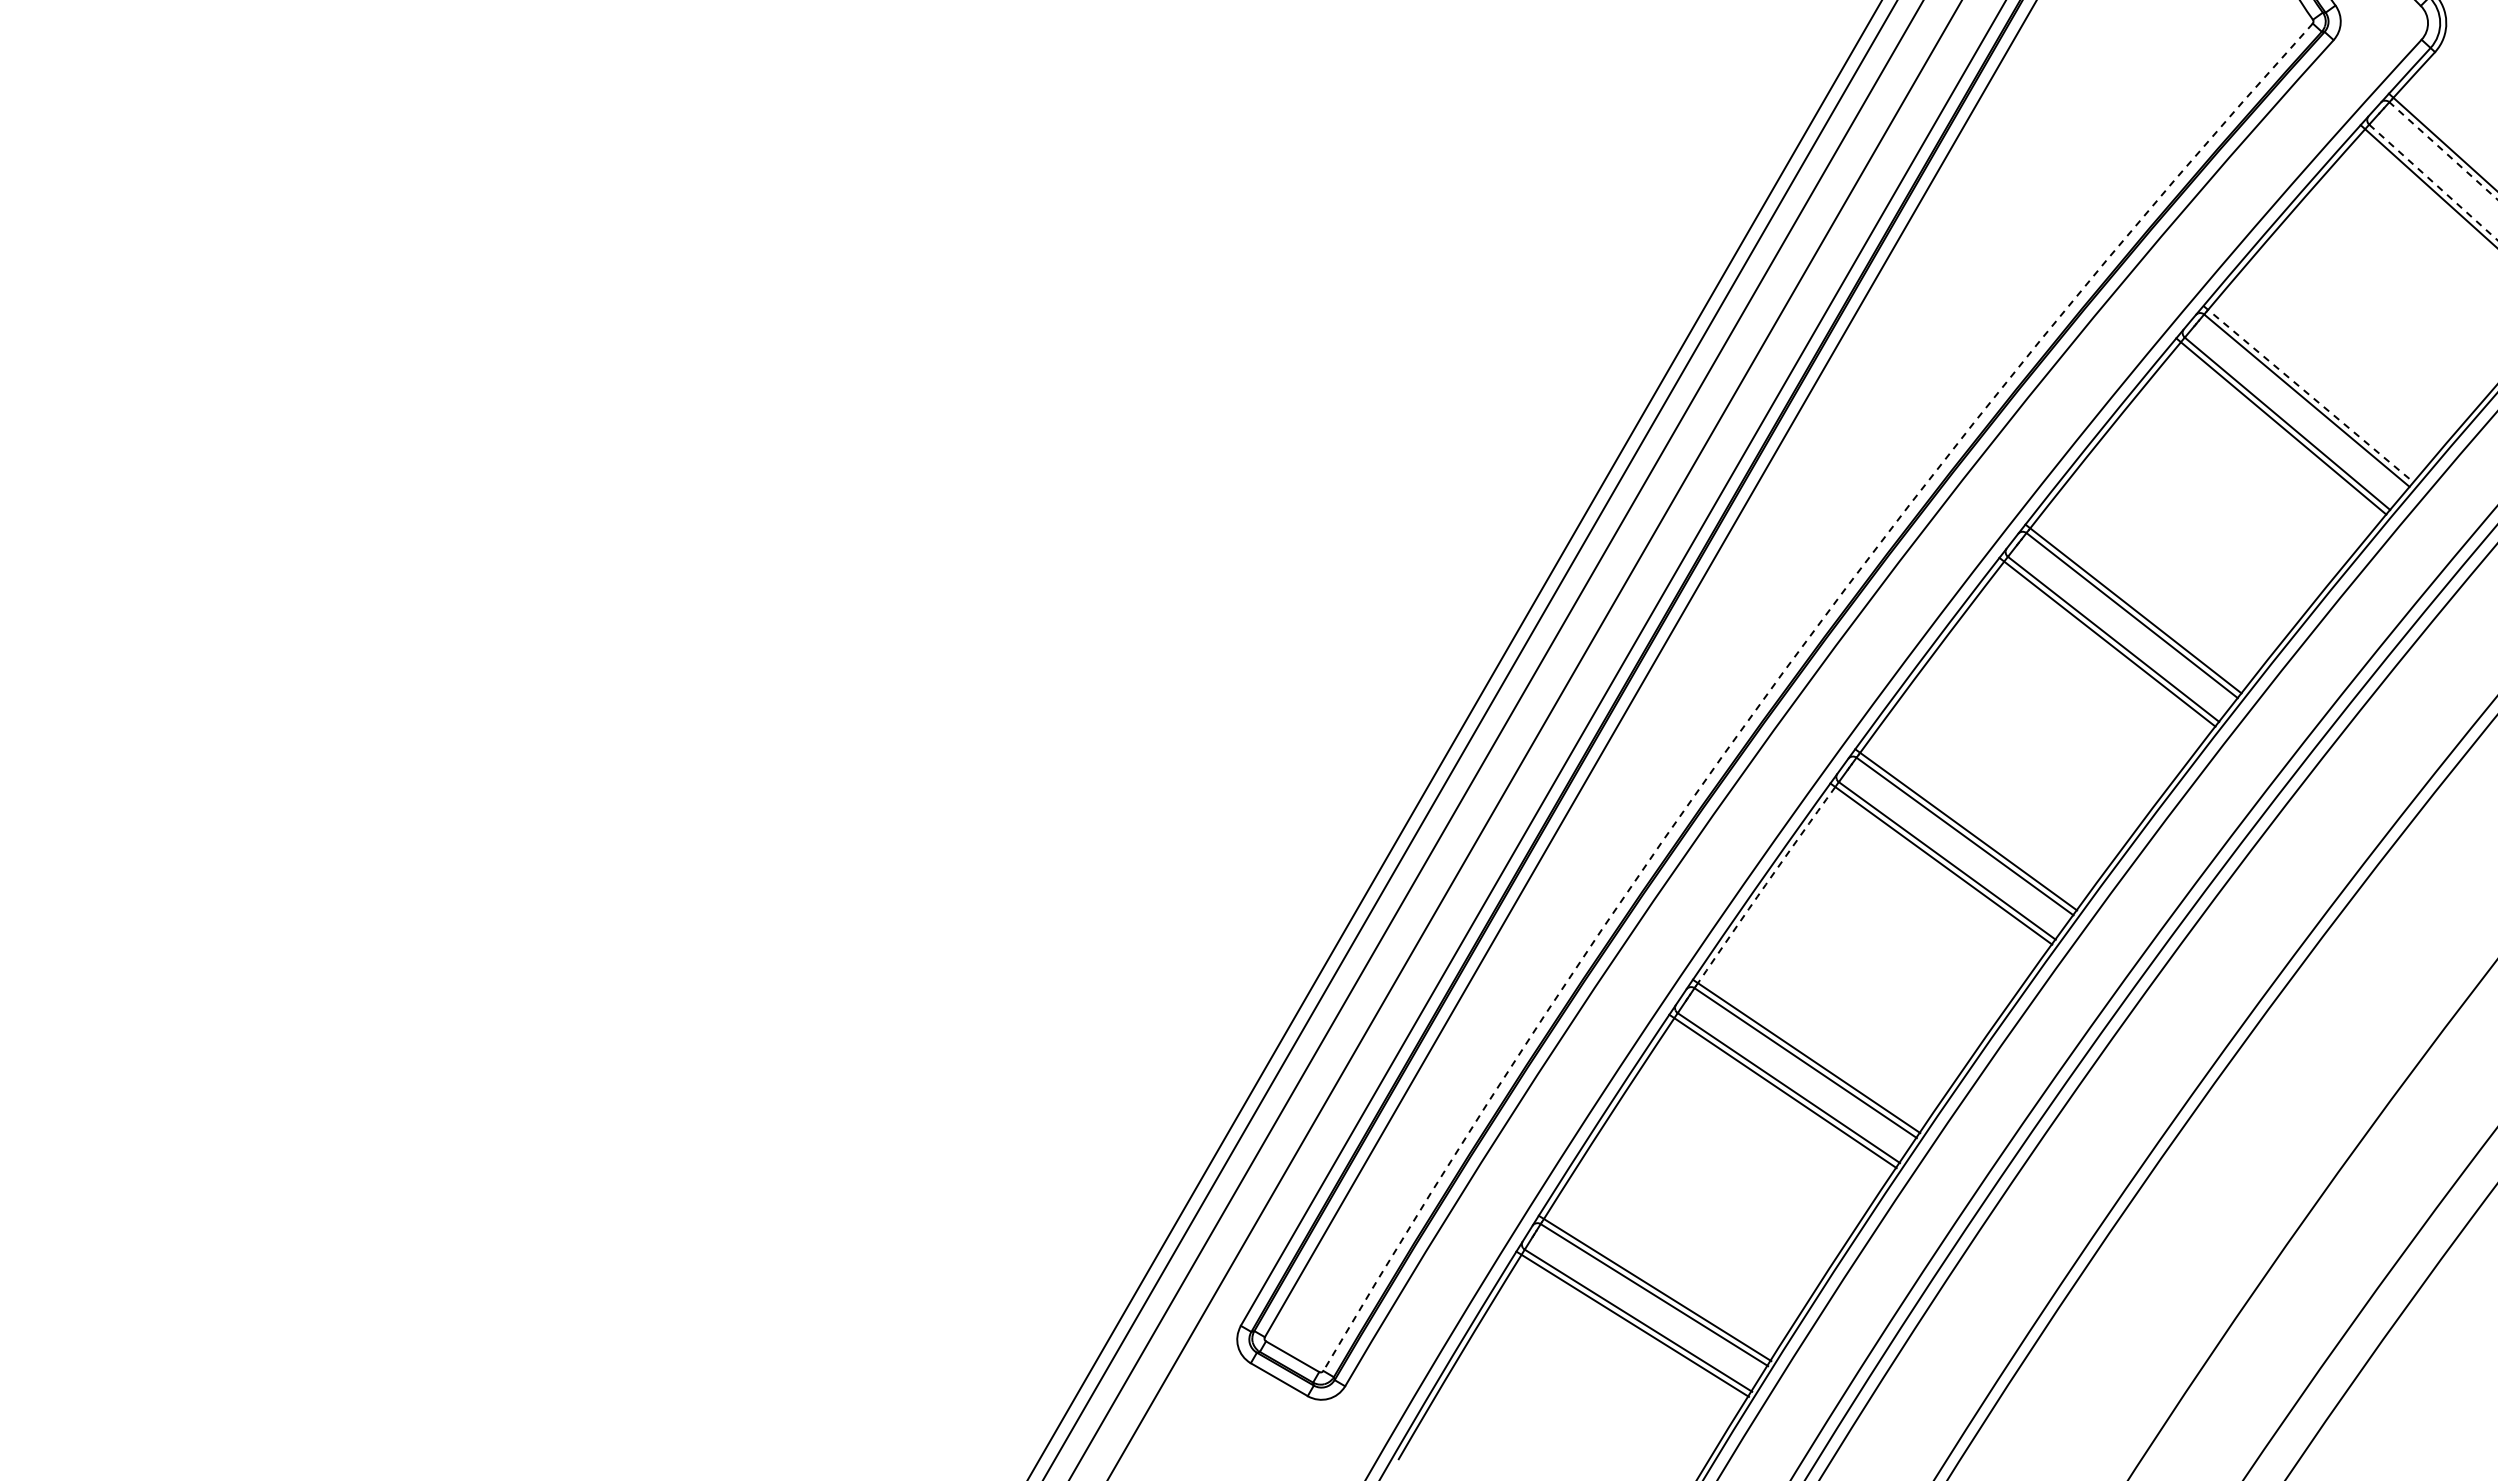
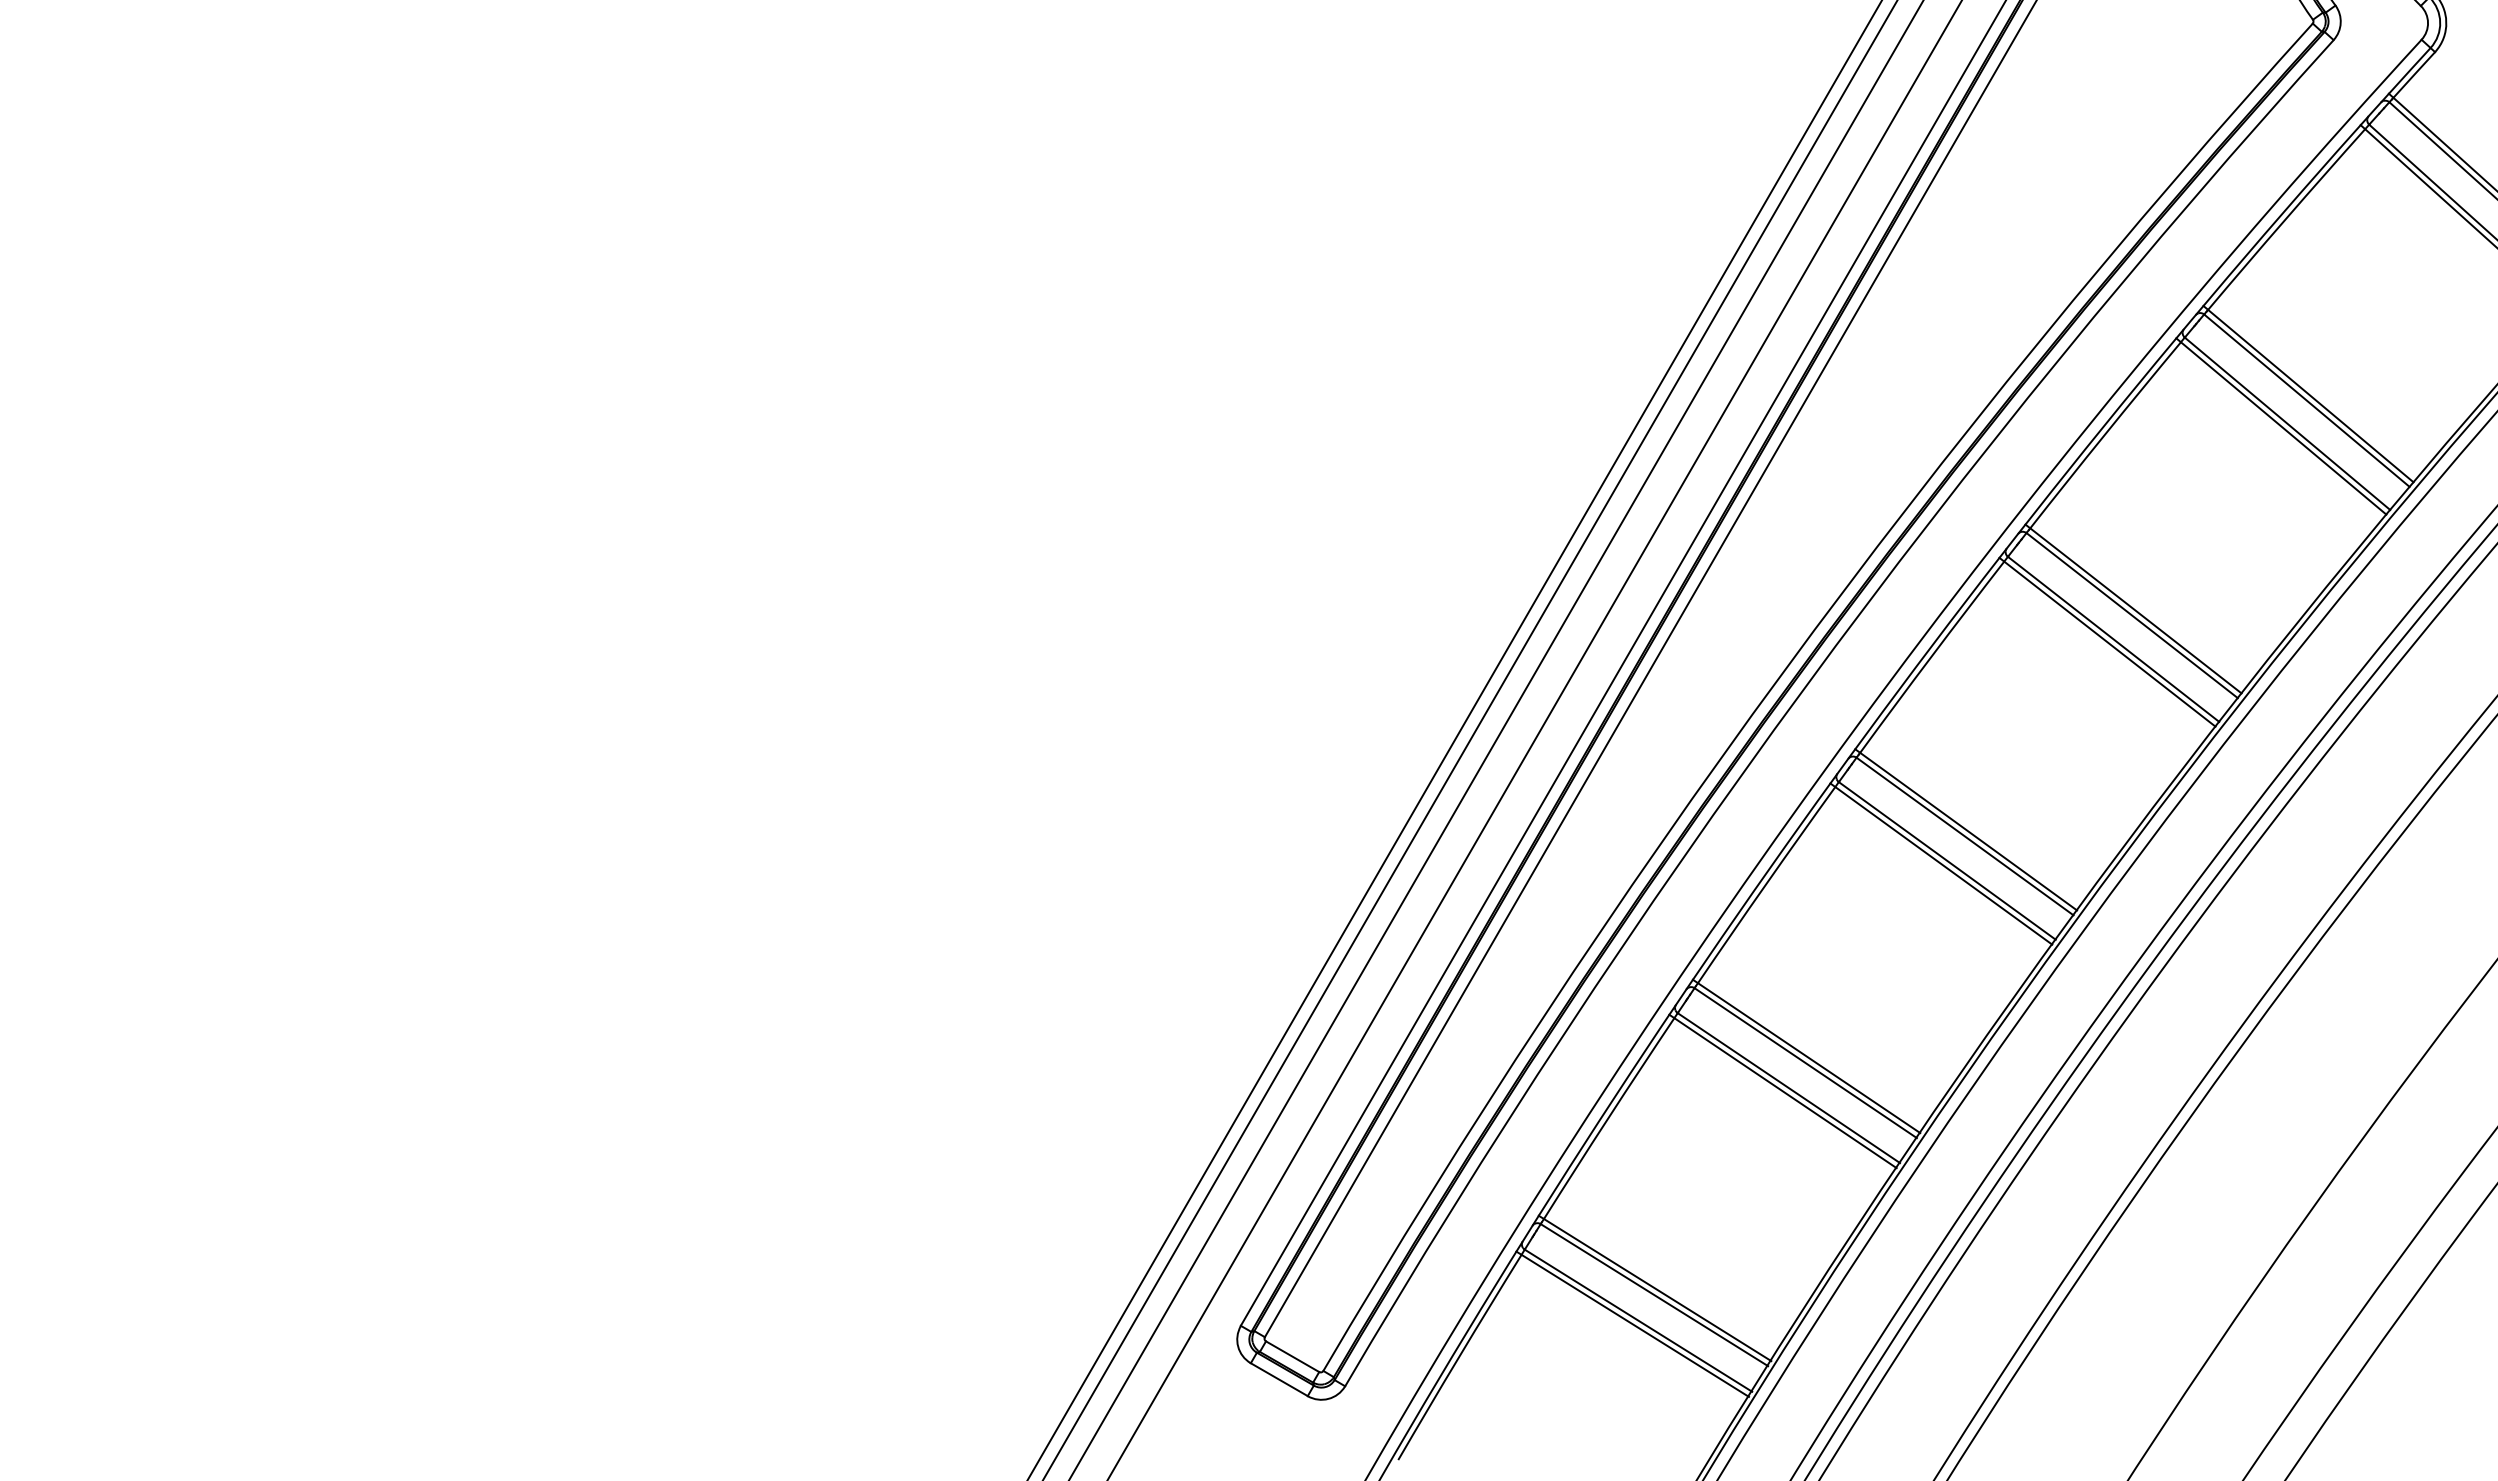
line at (2443, 150): dashed -> solid
line at (2433, 182): dashed -> solid
line at (2308, 394): dashed -> solid
arc at (1783, 671): dashed -> solid
arc at (1765, 884): dashed -> solid
